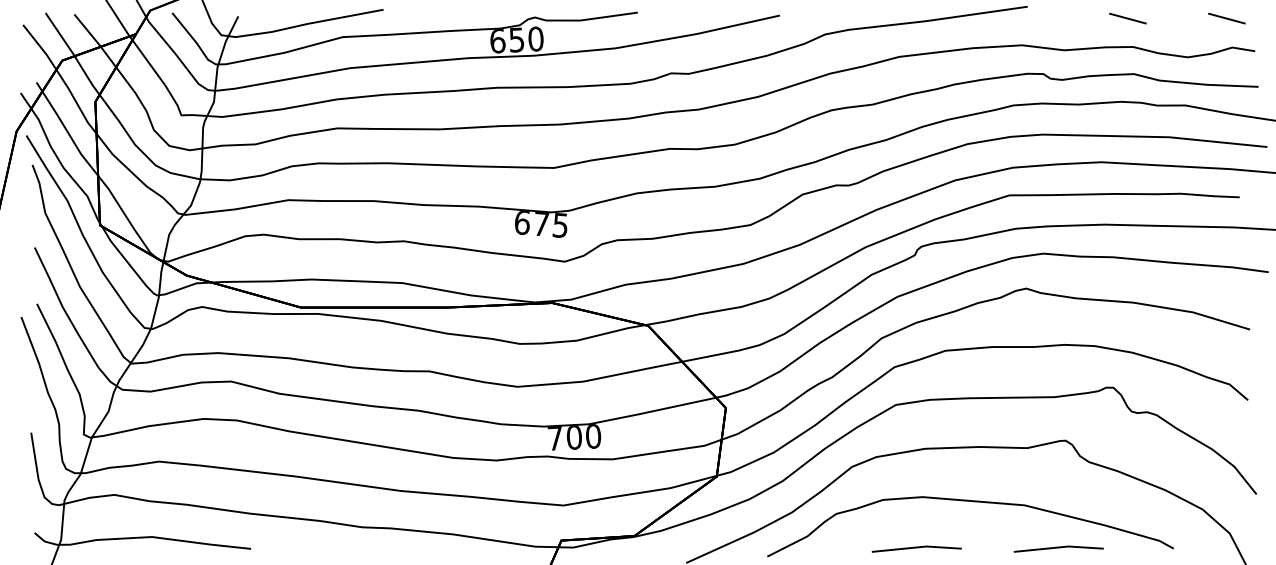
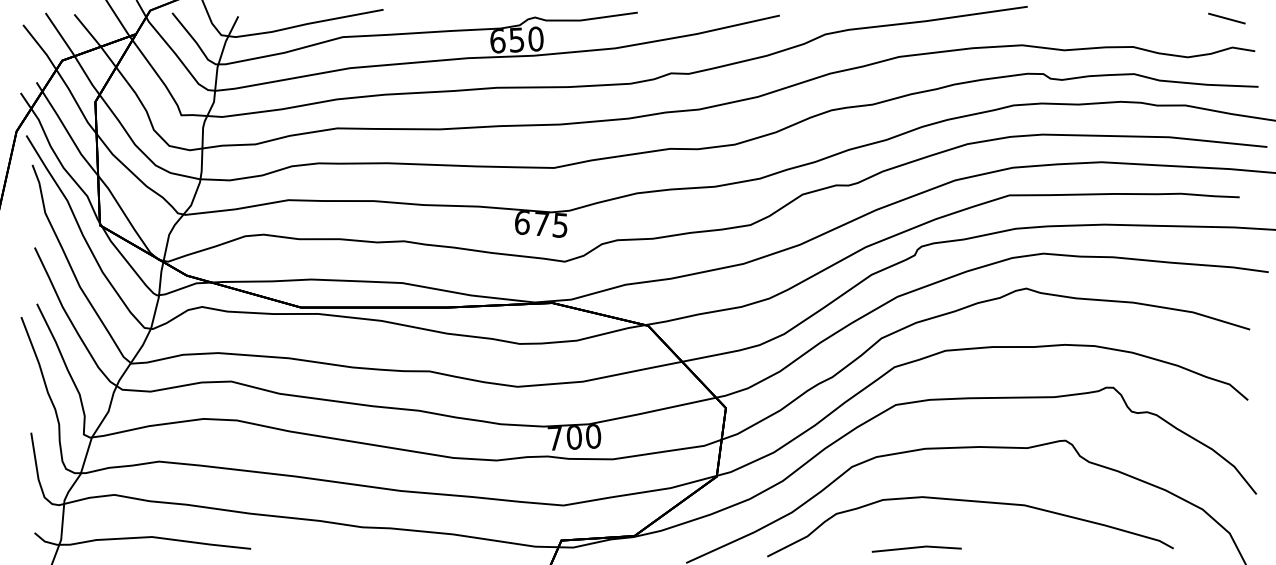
line at (1127, 18): present -> none
line at (1058, 548): present -> none
